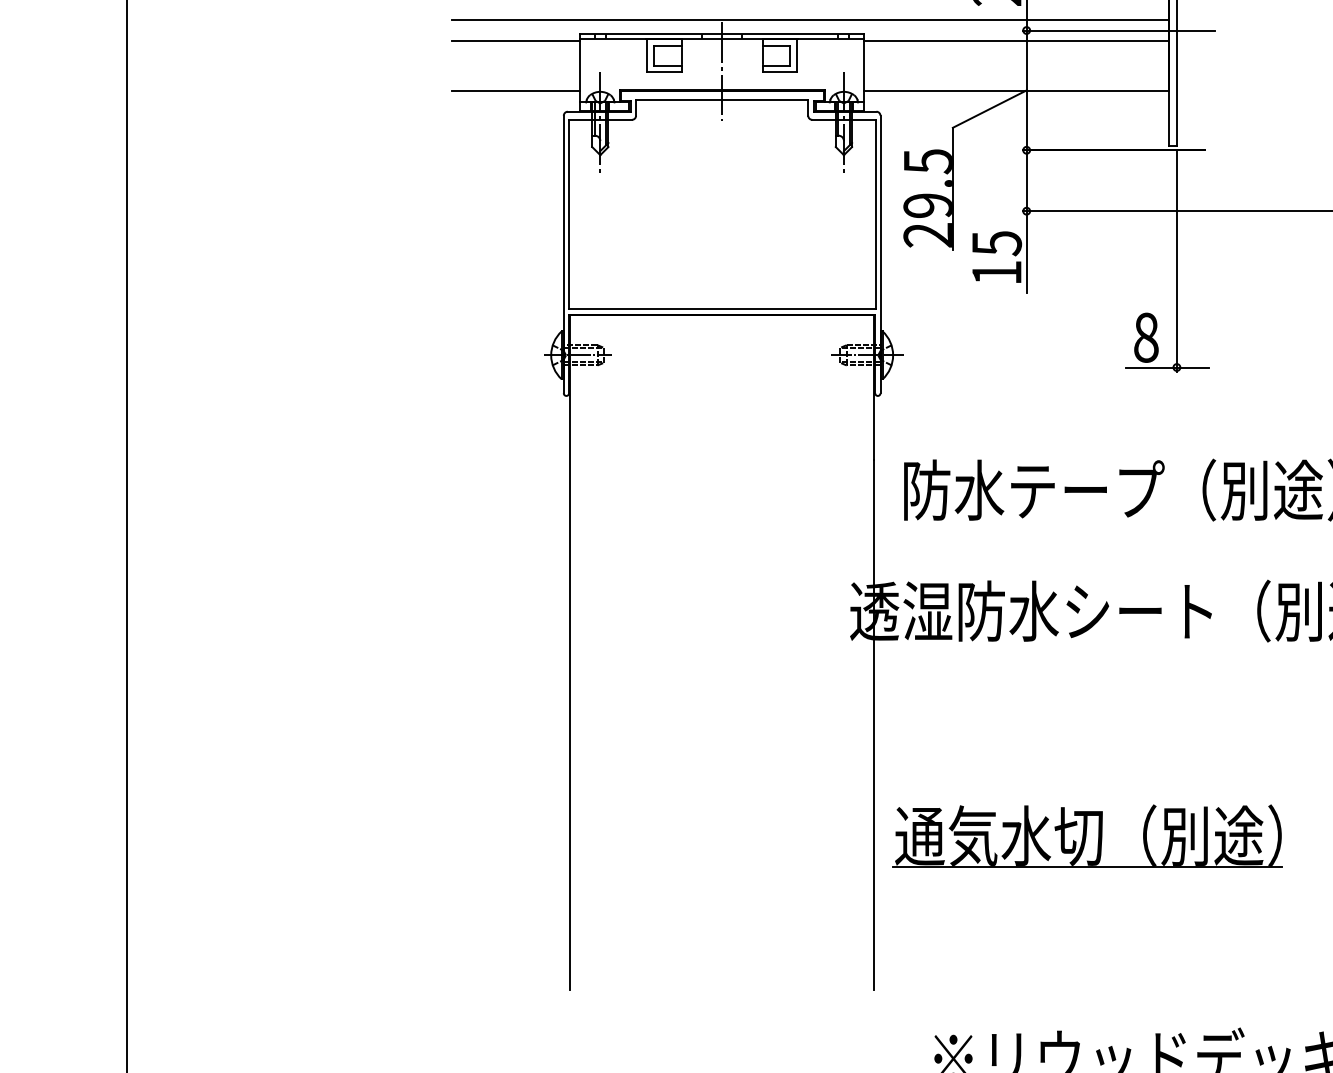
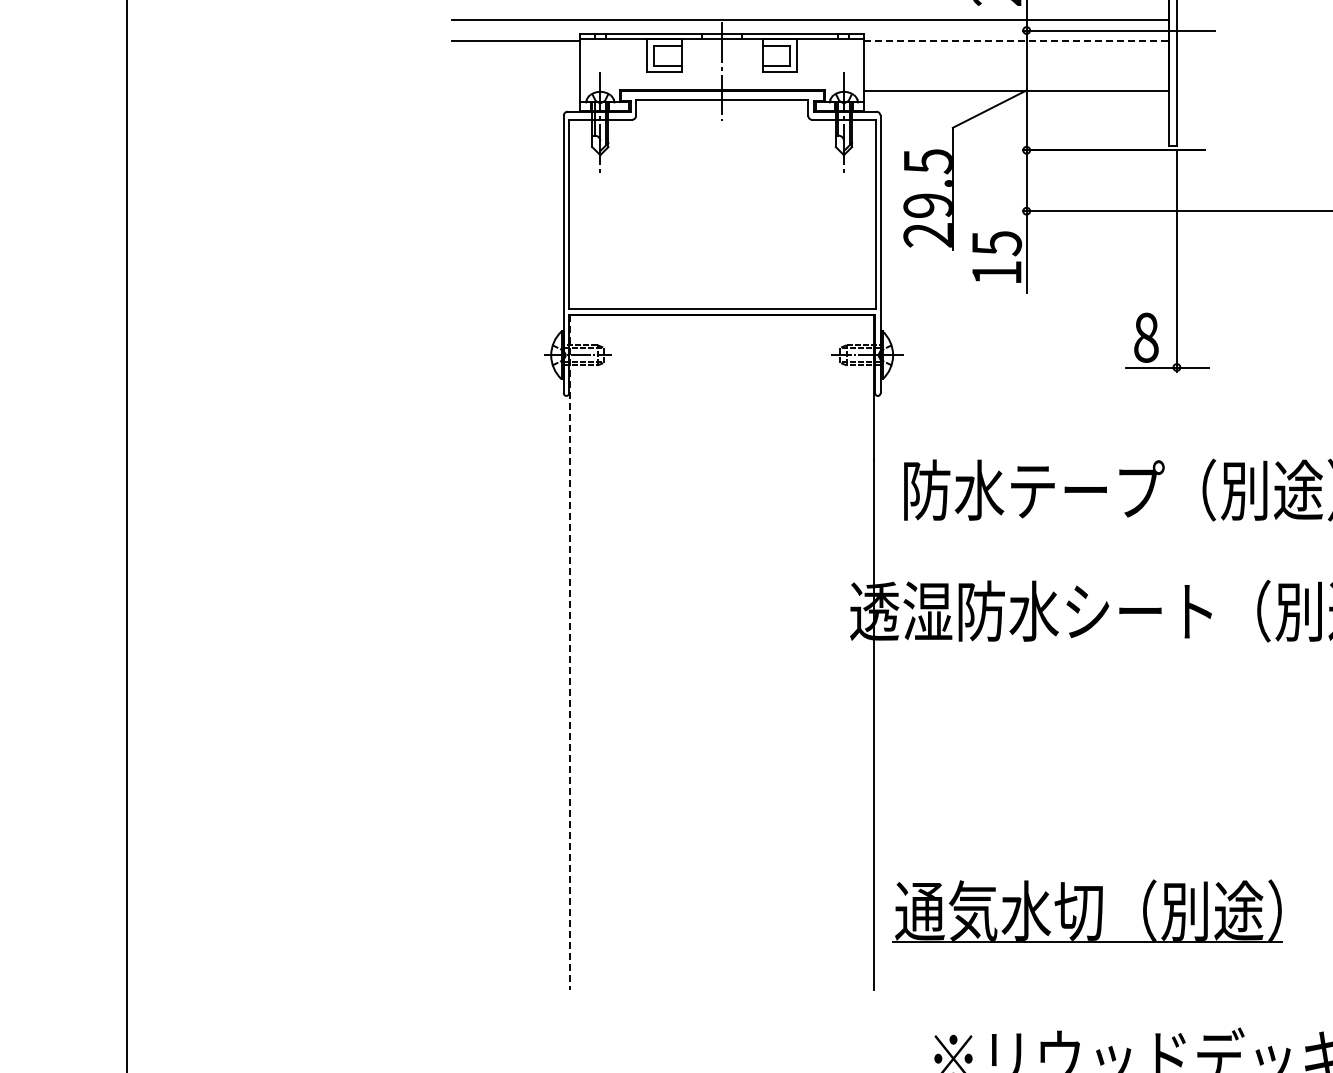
line at (1017, 40): solid -> dashed
line at (516, 91): present -> none
line at (569, 652): solid -> dashed
part at (1087, 835) position: (1087, 835) -> (1087, 910)
